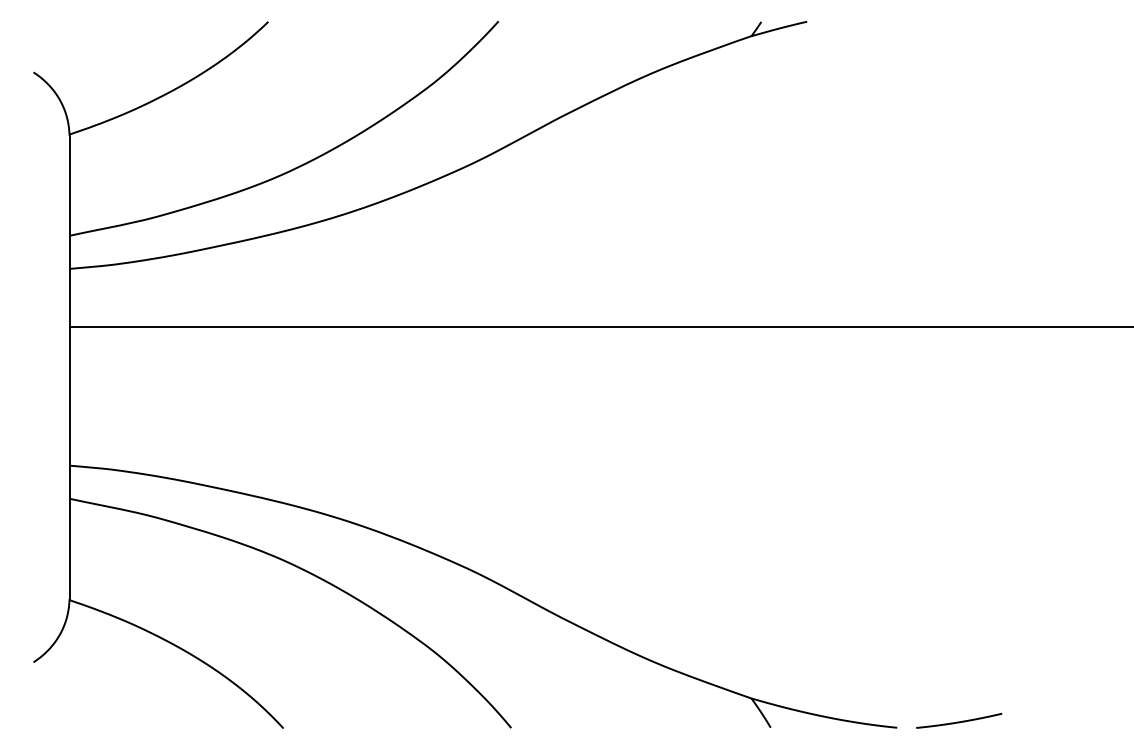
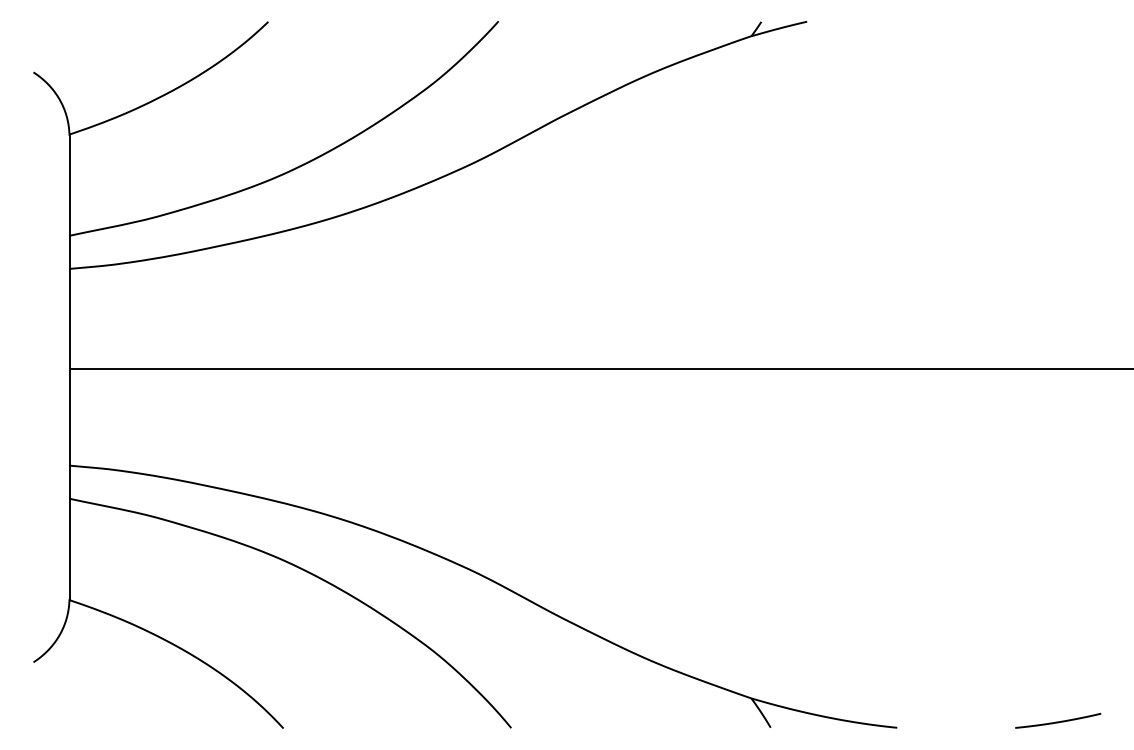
line at (599, 326) position: (599, 326) -> (599, 368)
curve at (959, 721) position: (959, 721) -> (1058, 721)
